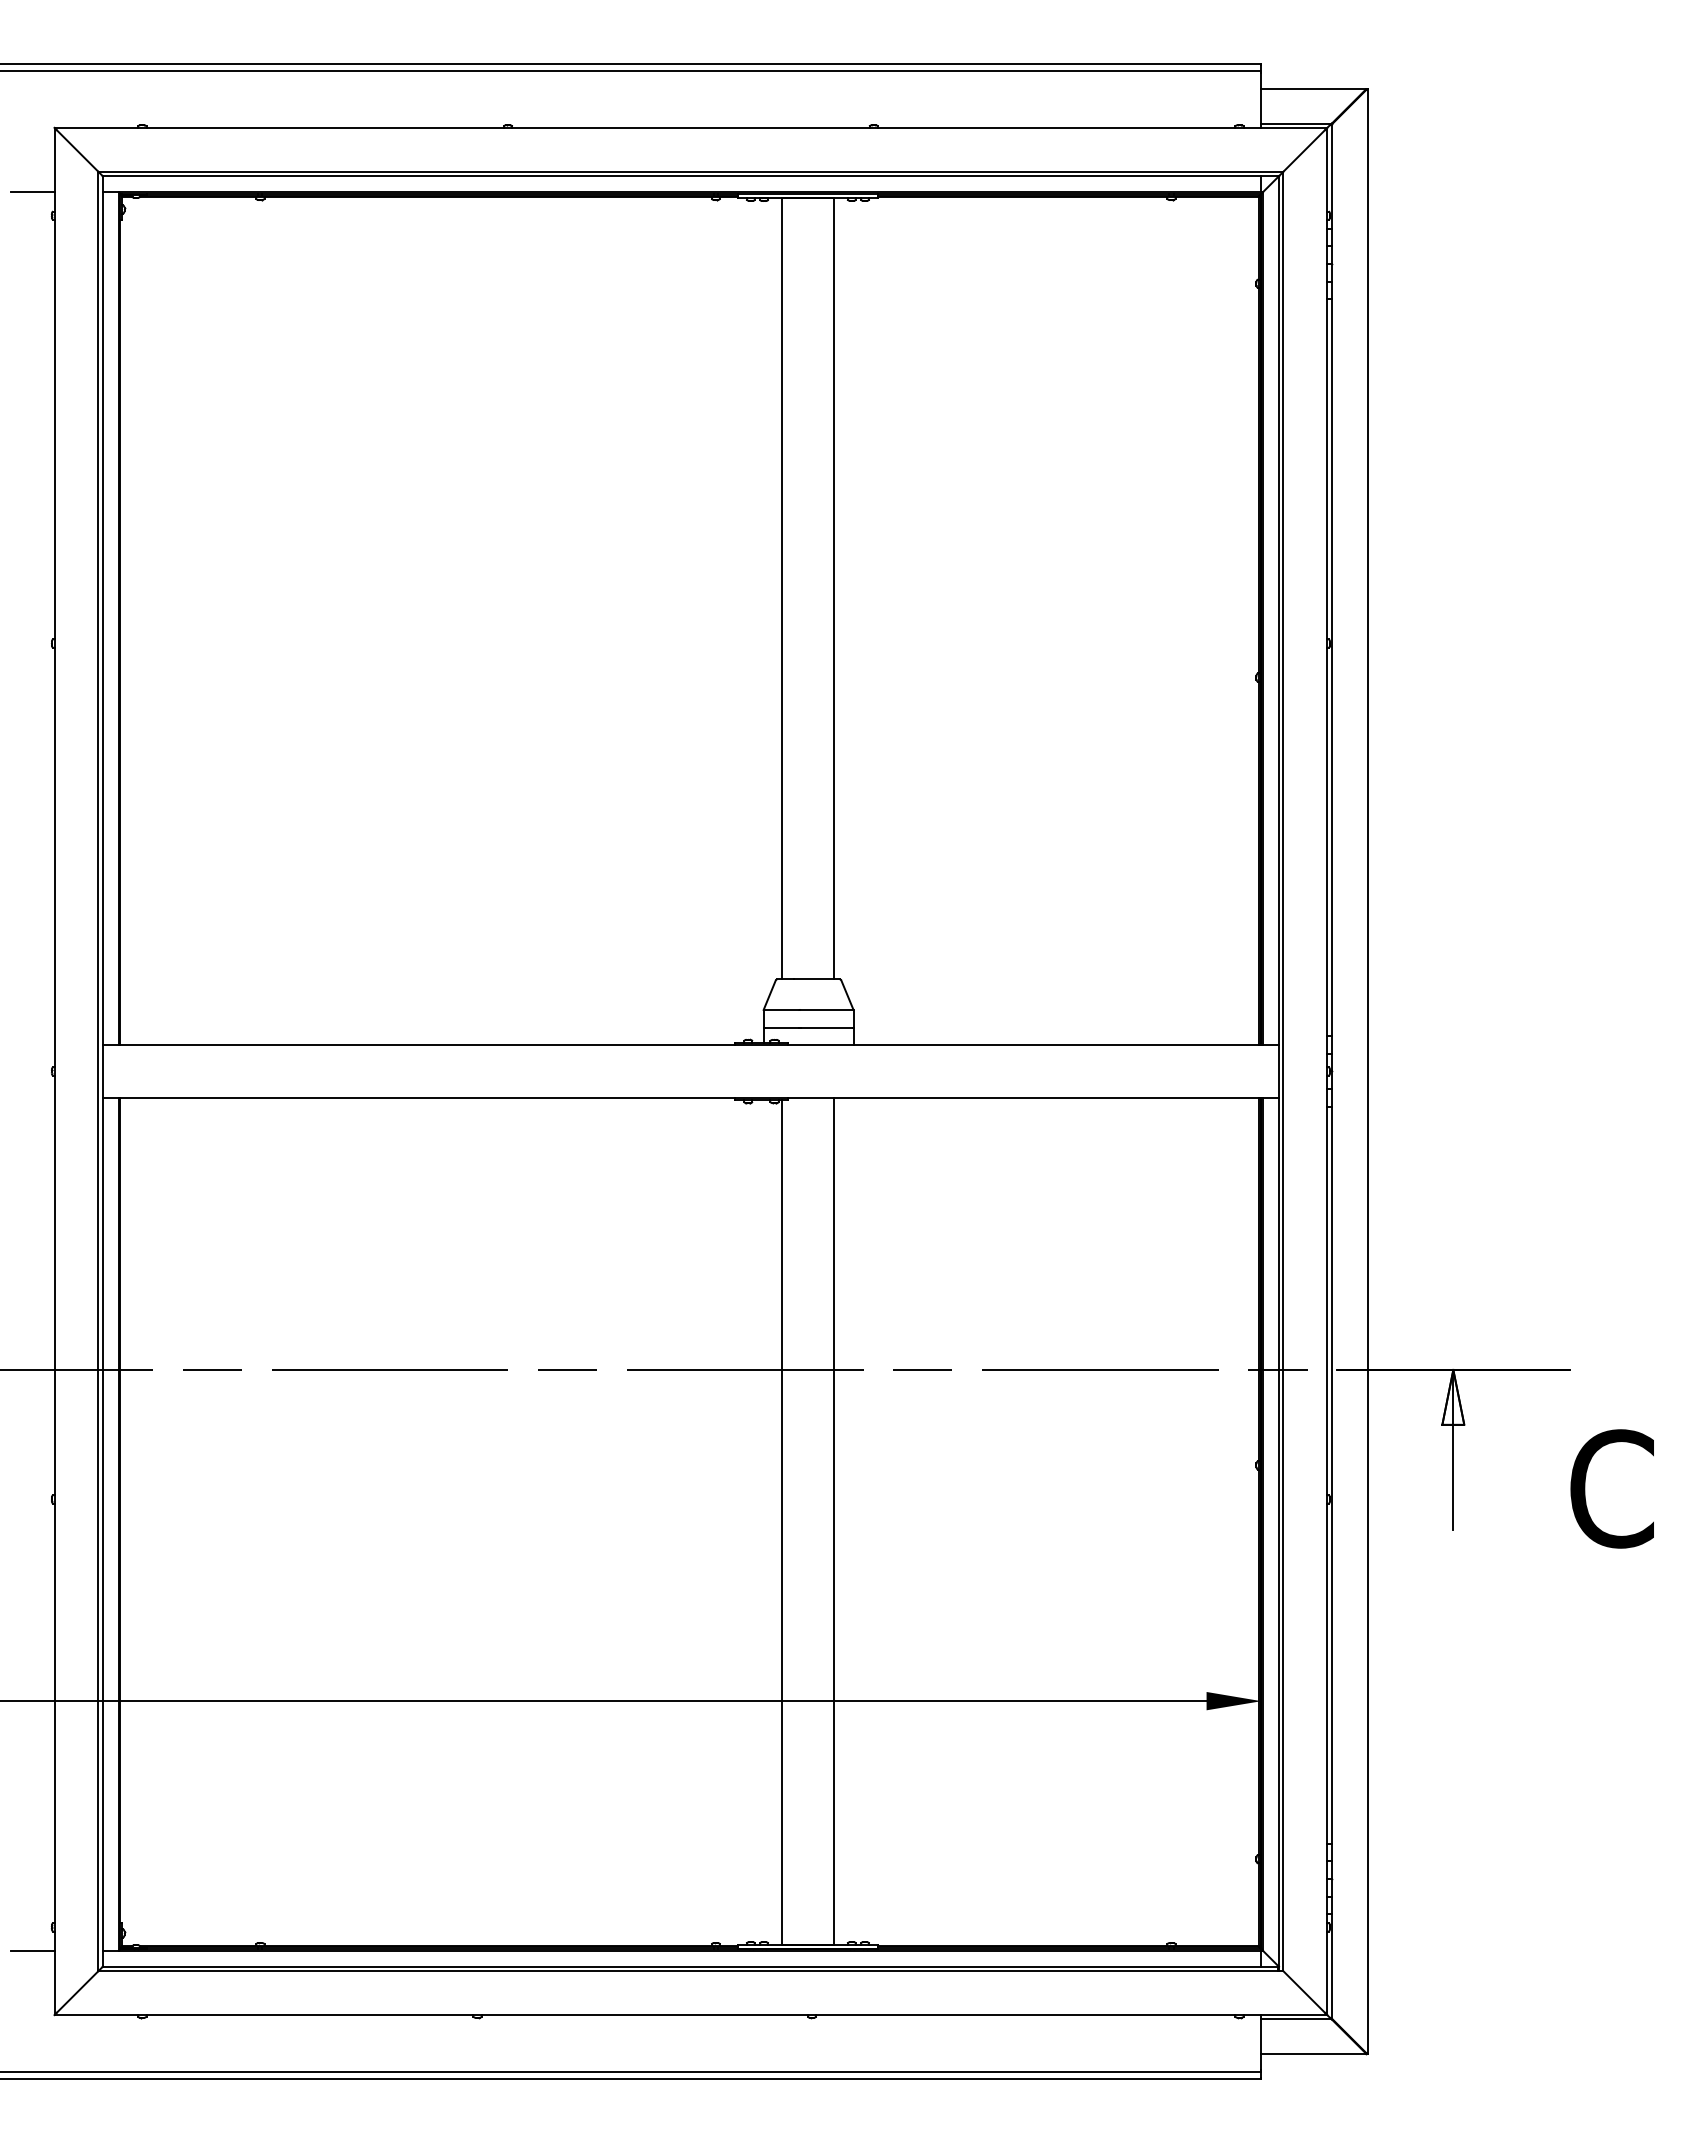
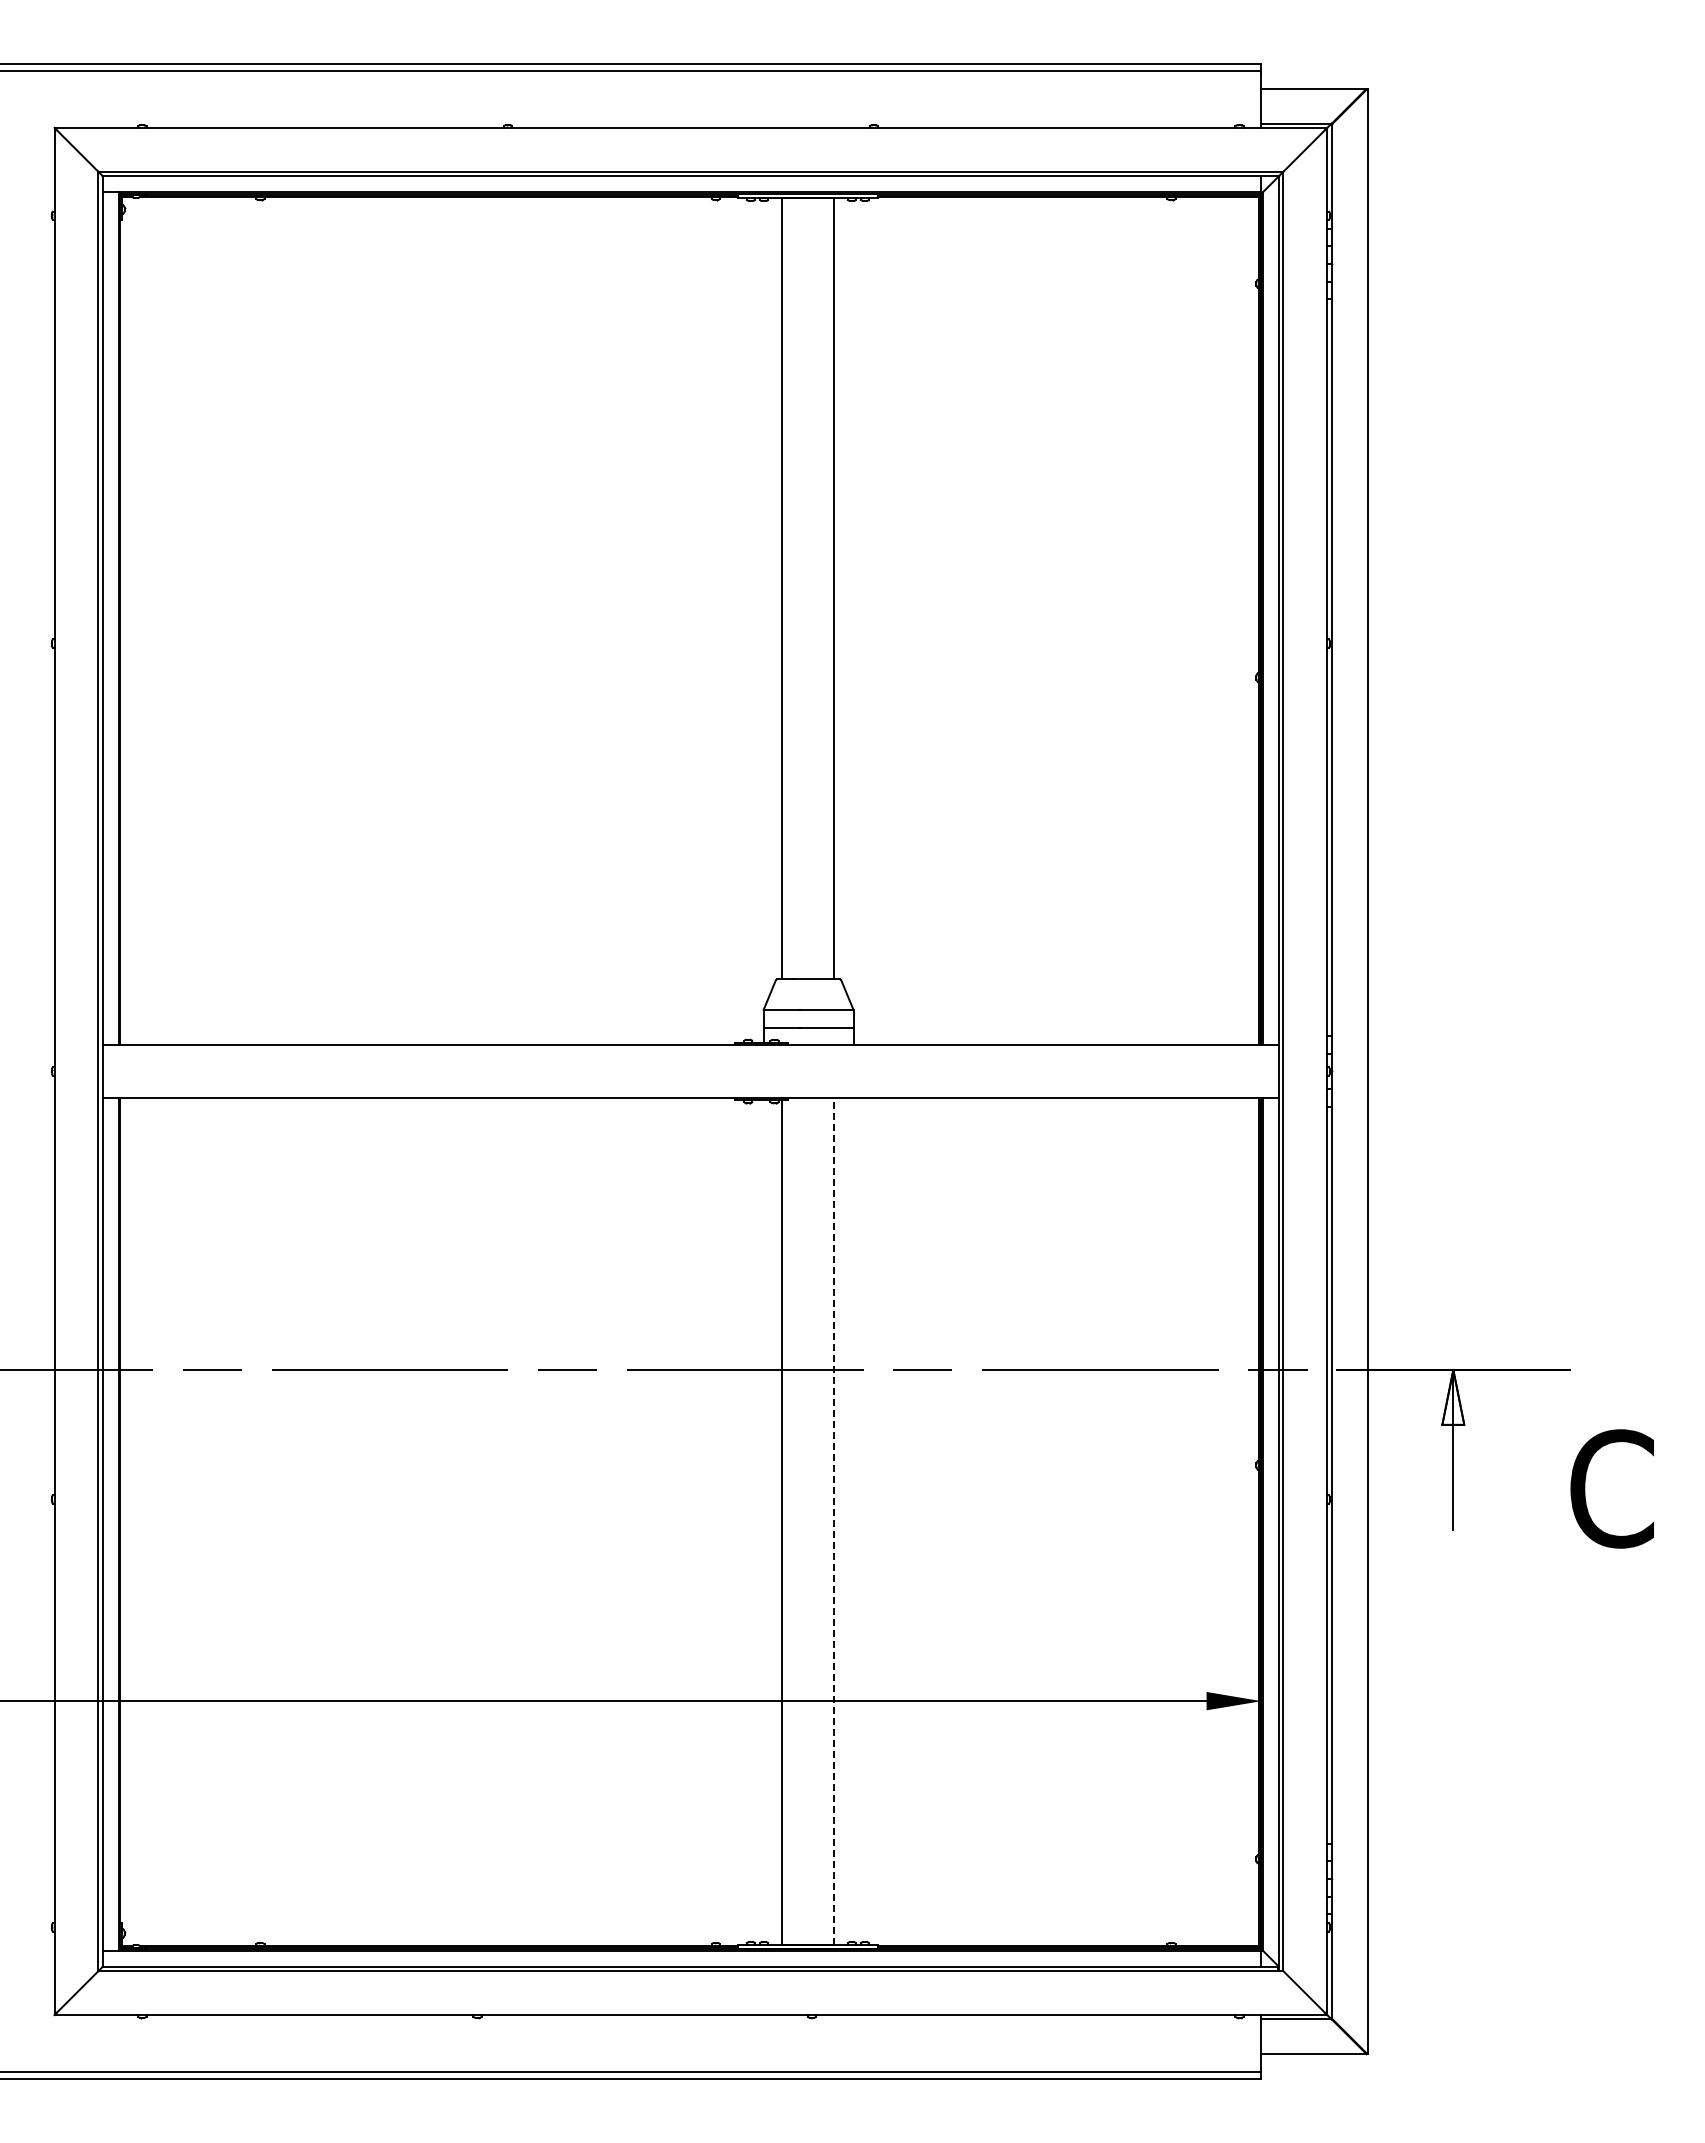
line at (32, 192): present -> none
line at (834, 1521): solid -> dashed
line at (32, 1950): present -> none
